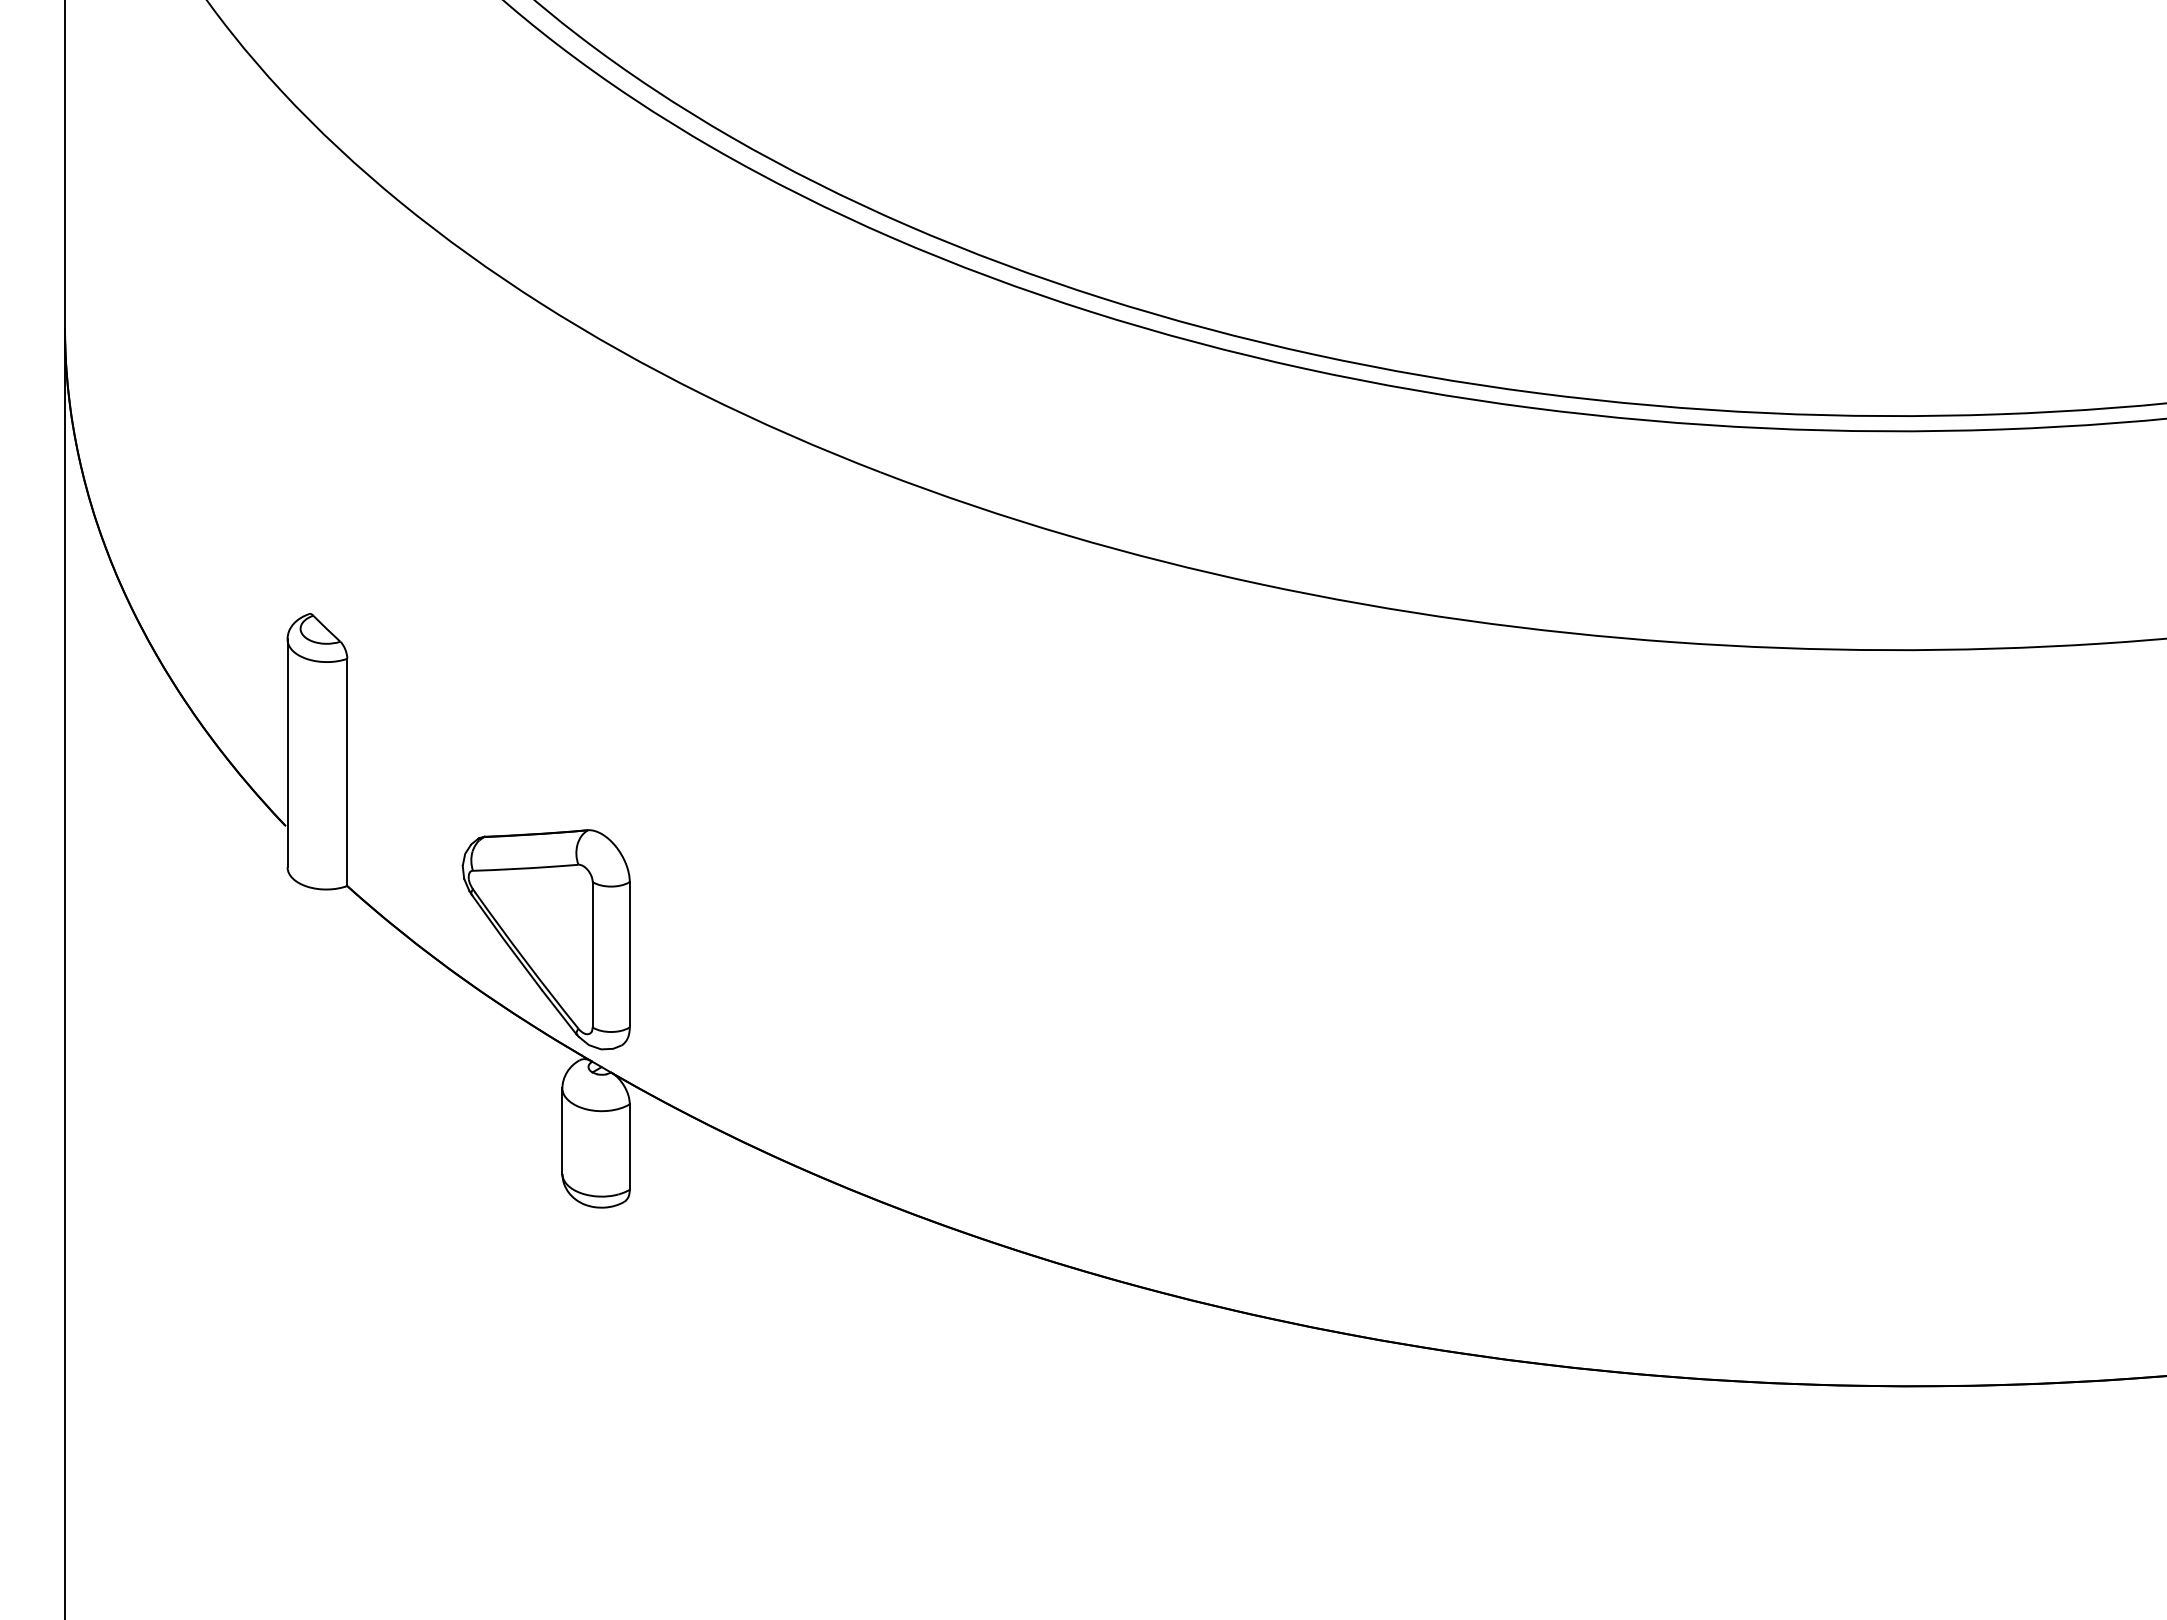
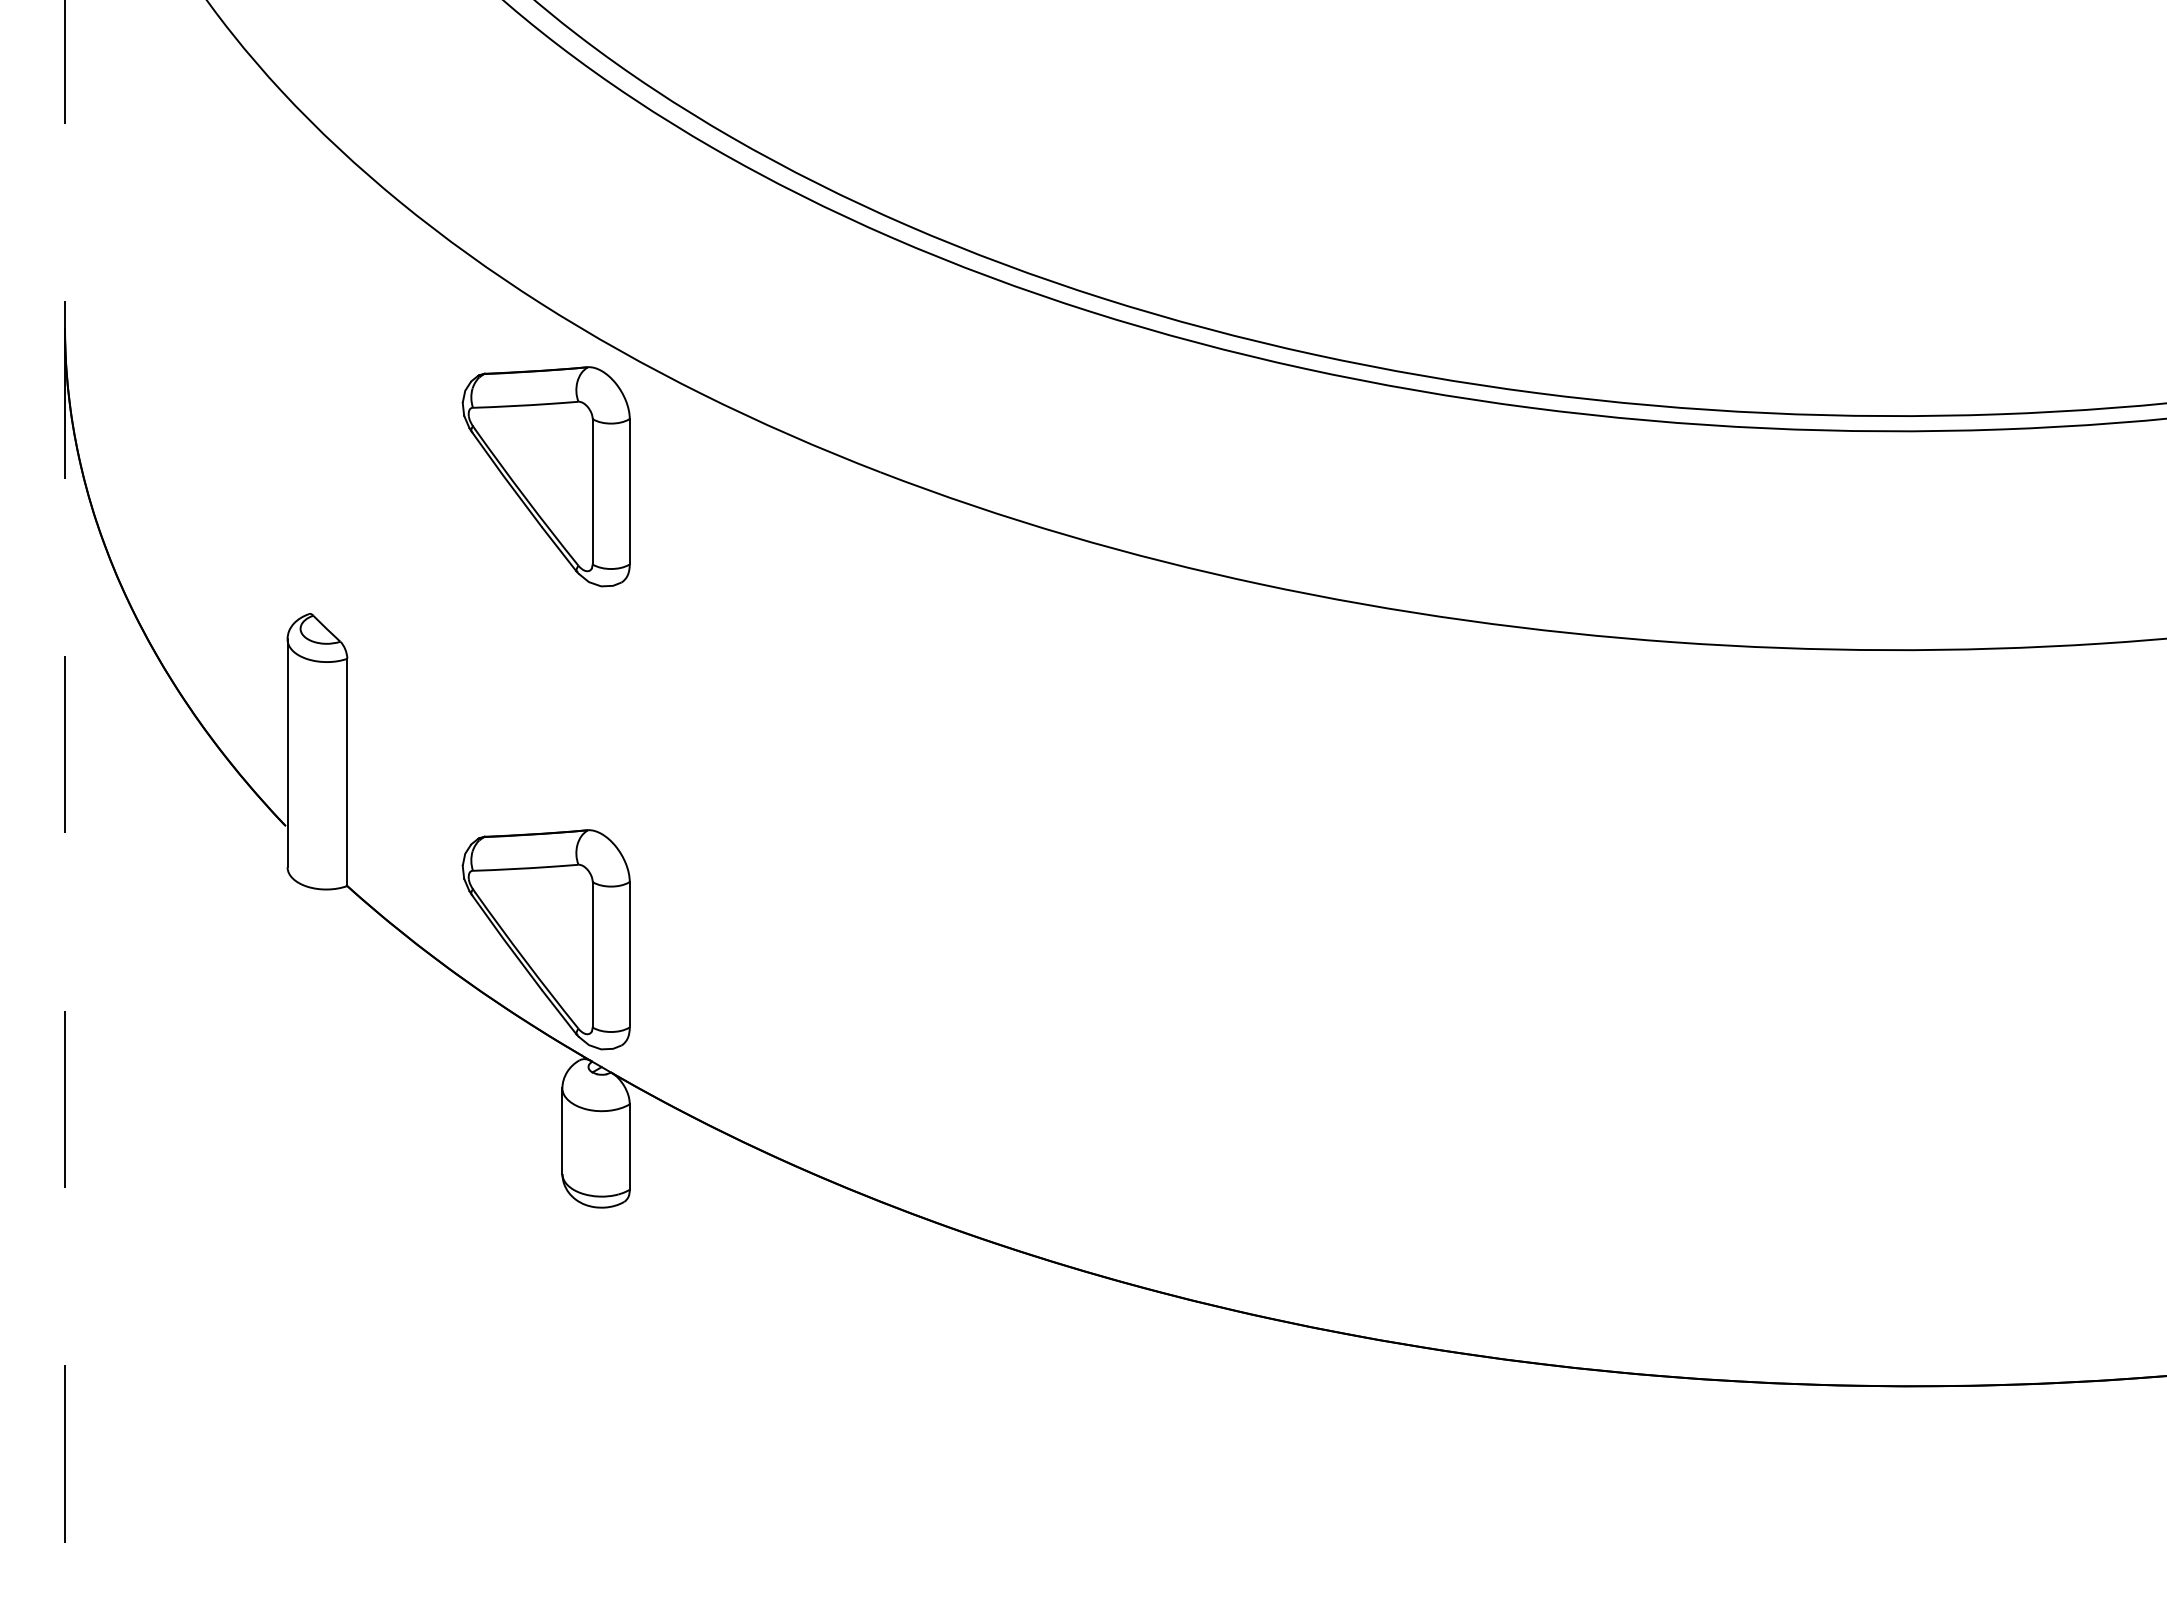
part at (545, 476): none -> present
line at (65, 810): solid -> dashed
